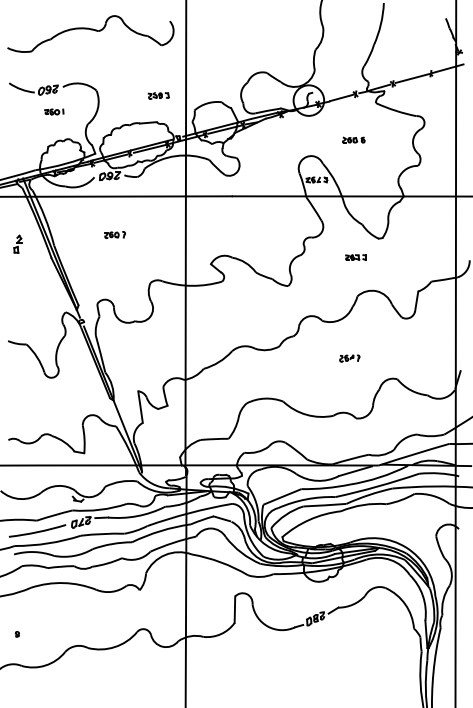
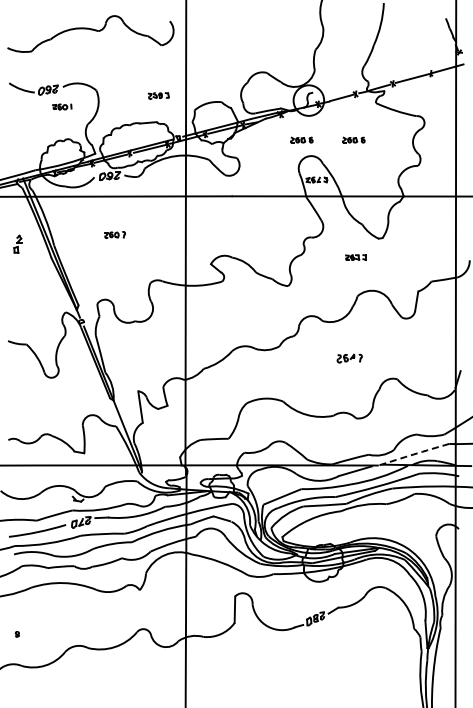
part at (54, 111) position: (54, 111) -> (62, 106)
part at (301, 139): none -> present
part at (349, 358) size: 22x9 px -> 27x11 px
arc at (413, 454): solid -> dashed
